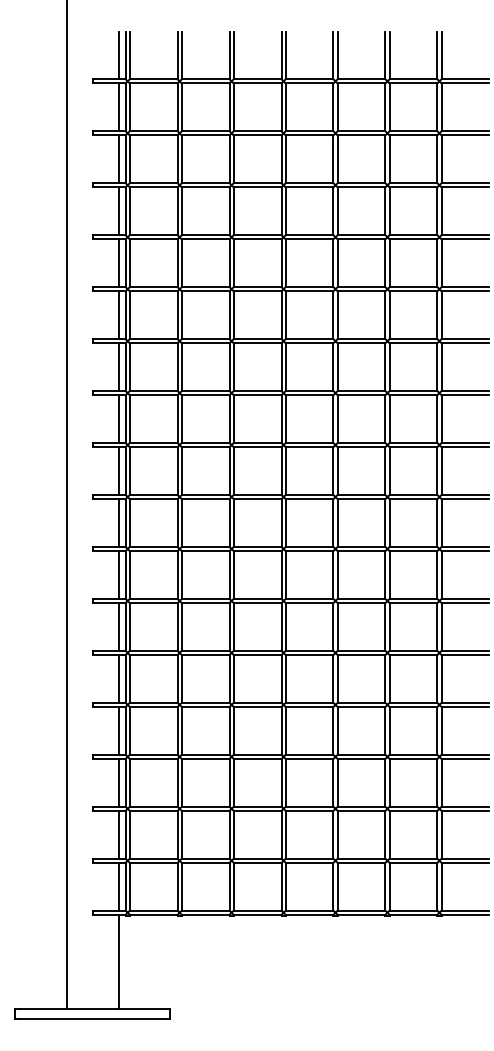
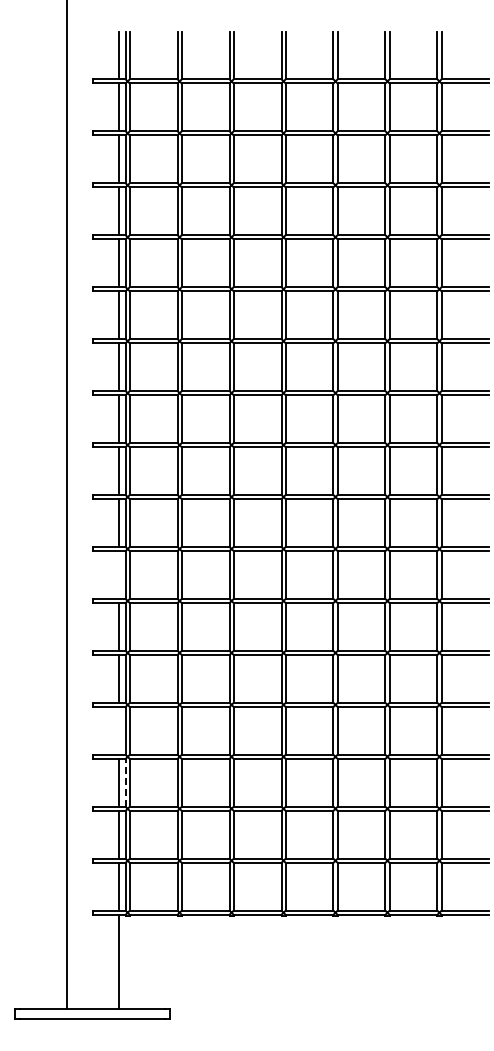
line at (118, 574): present -> none
line at (118, 730): present -> none
line at (125, 782): solid -> dashed
